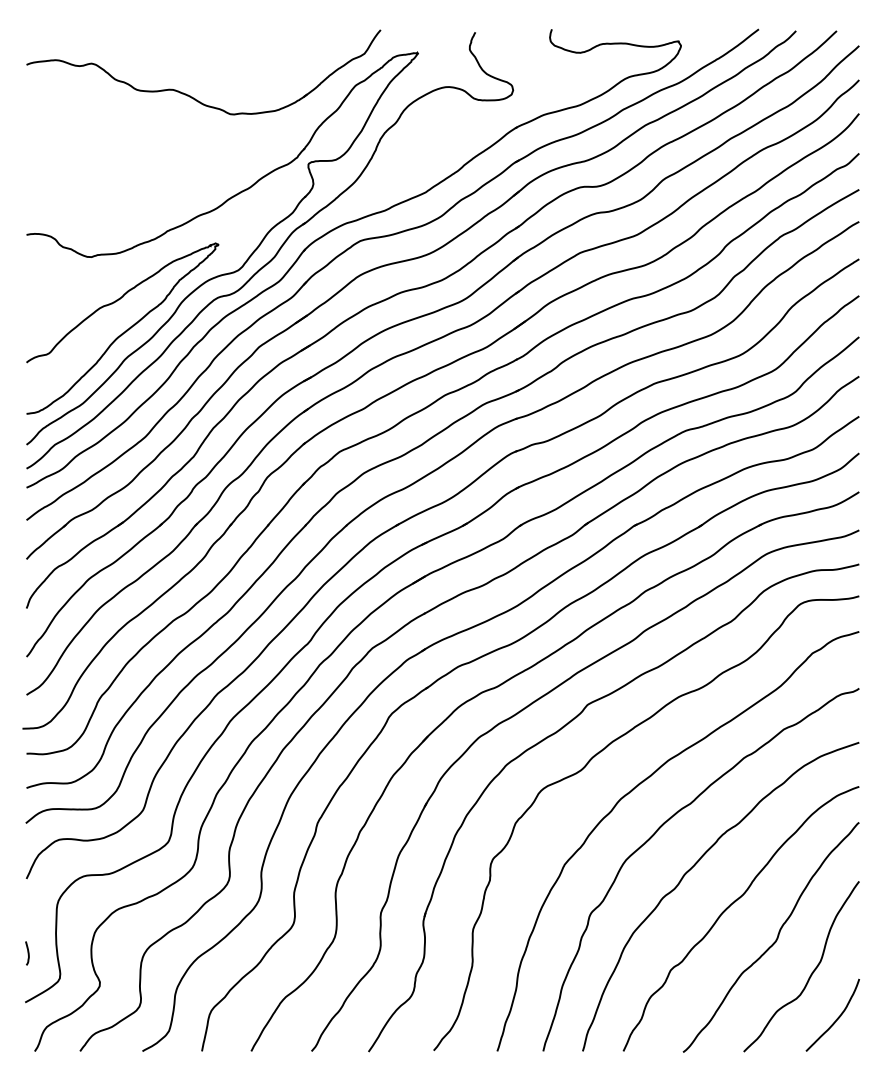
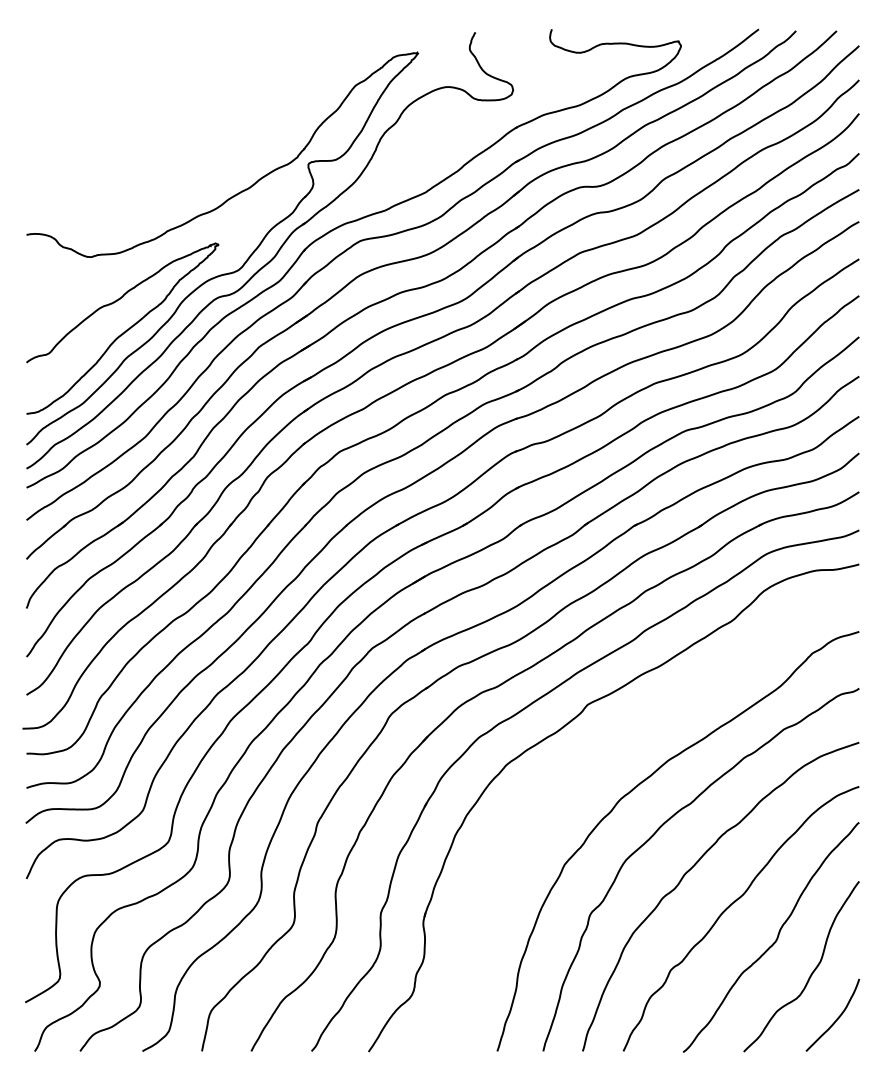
part at (192, 96): present -> none
curve at (587, 765): present -> none
curve at (27, 953): present -> none
